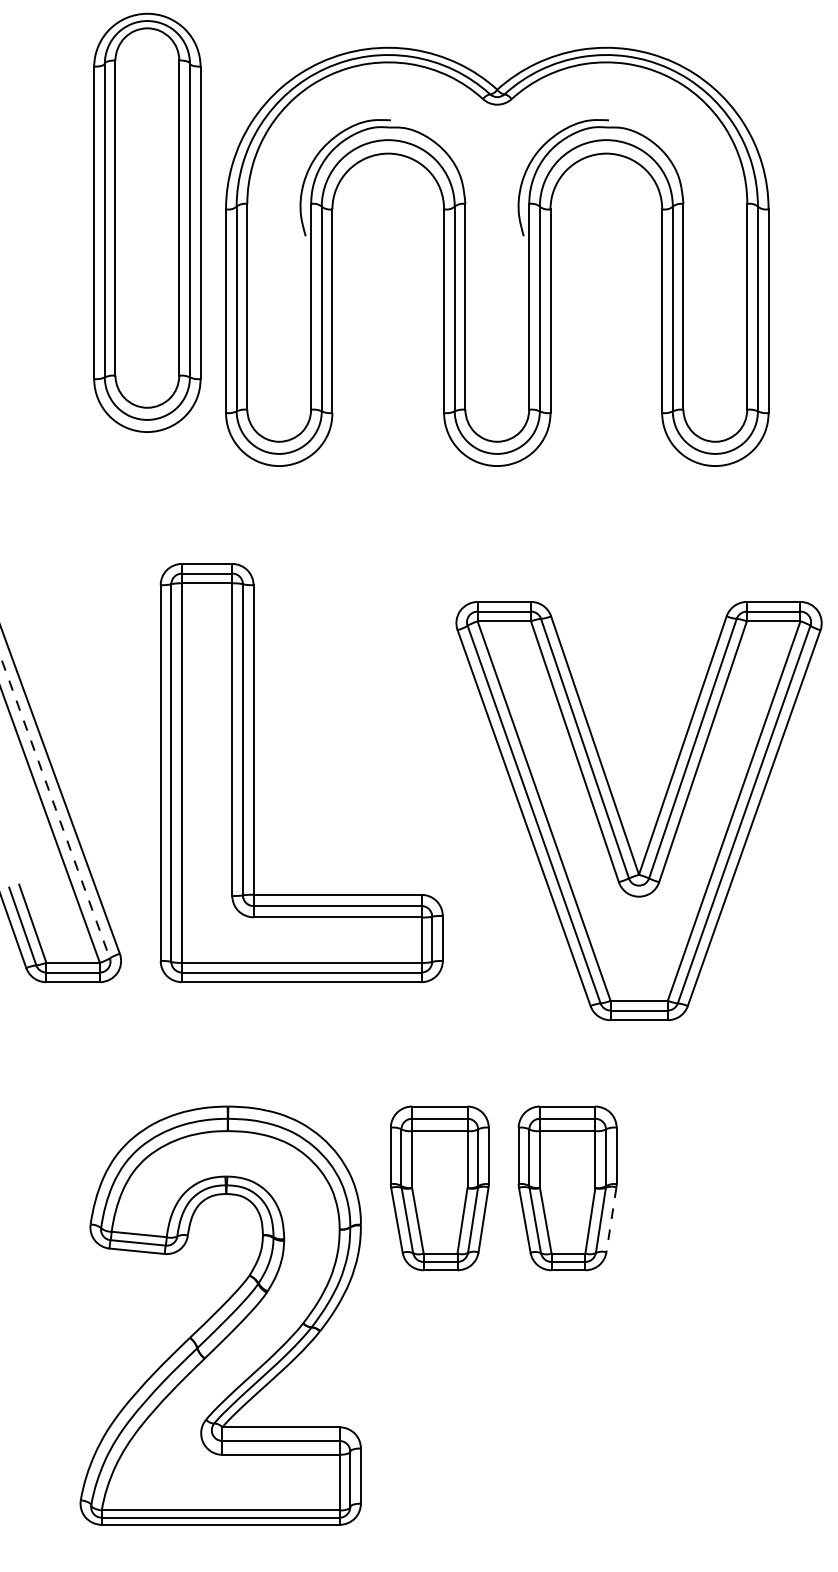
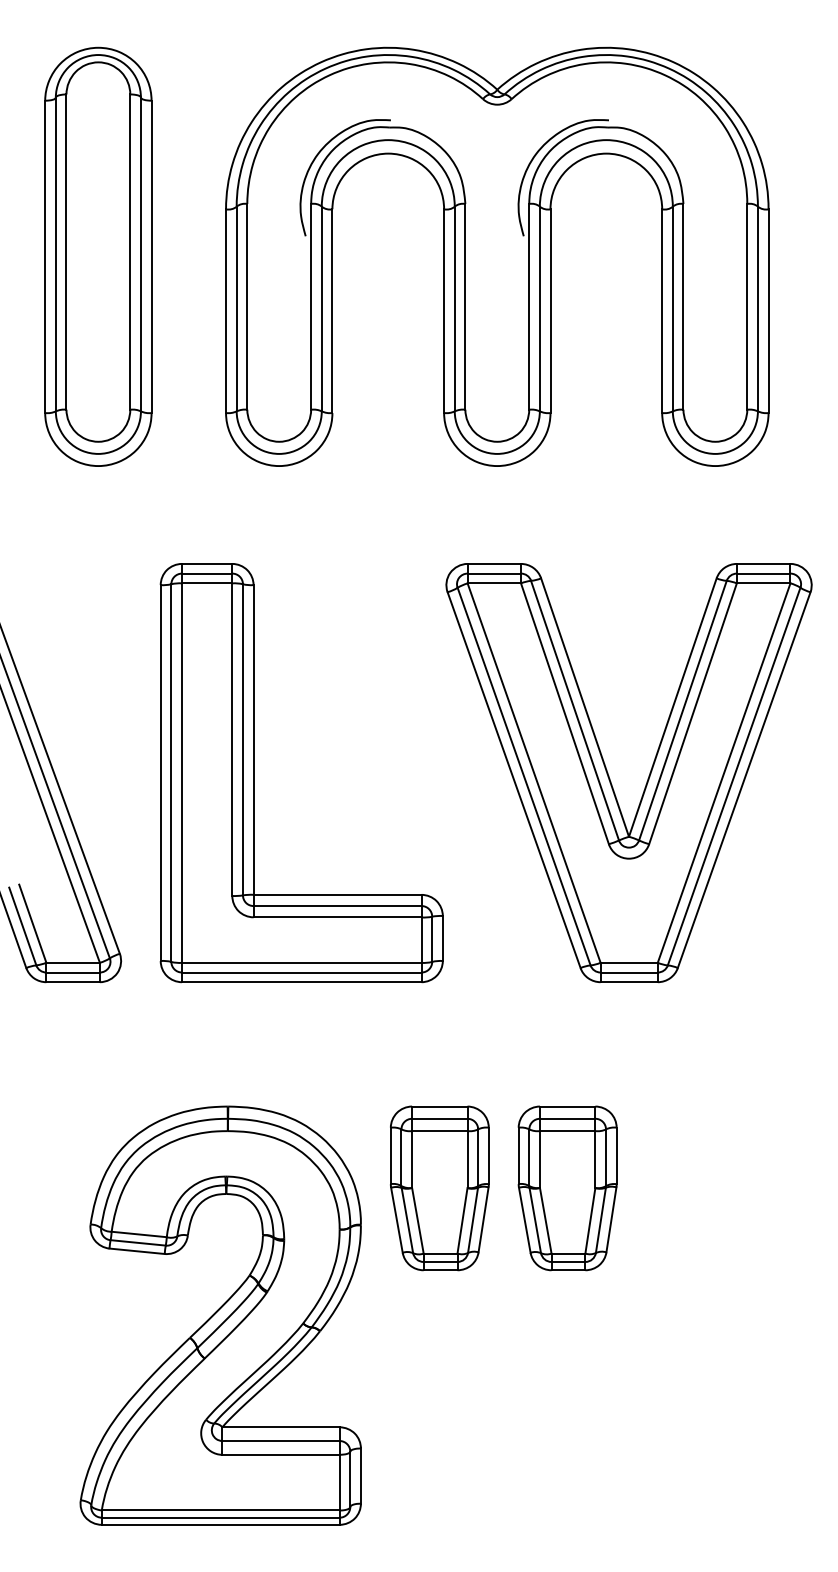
part at (147, 222) position: (147, 222) -> (98, 256)
line at (55, 807): dashed -> solid
part at (620, 816) position: (620, 816) -> (610, 778)
line at (611, 1219): dashed -> solid
